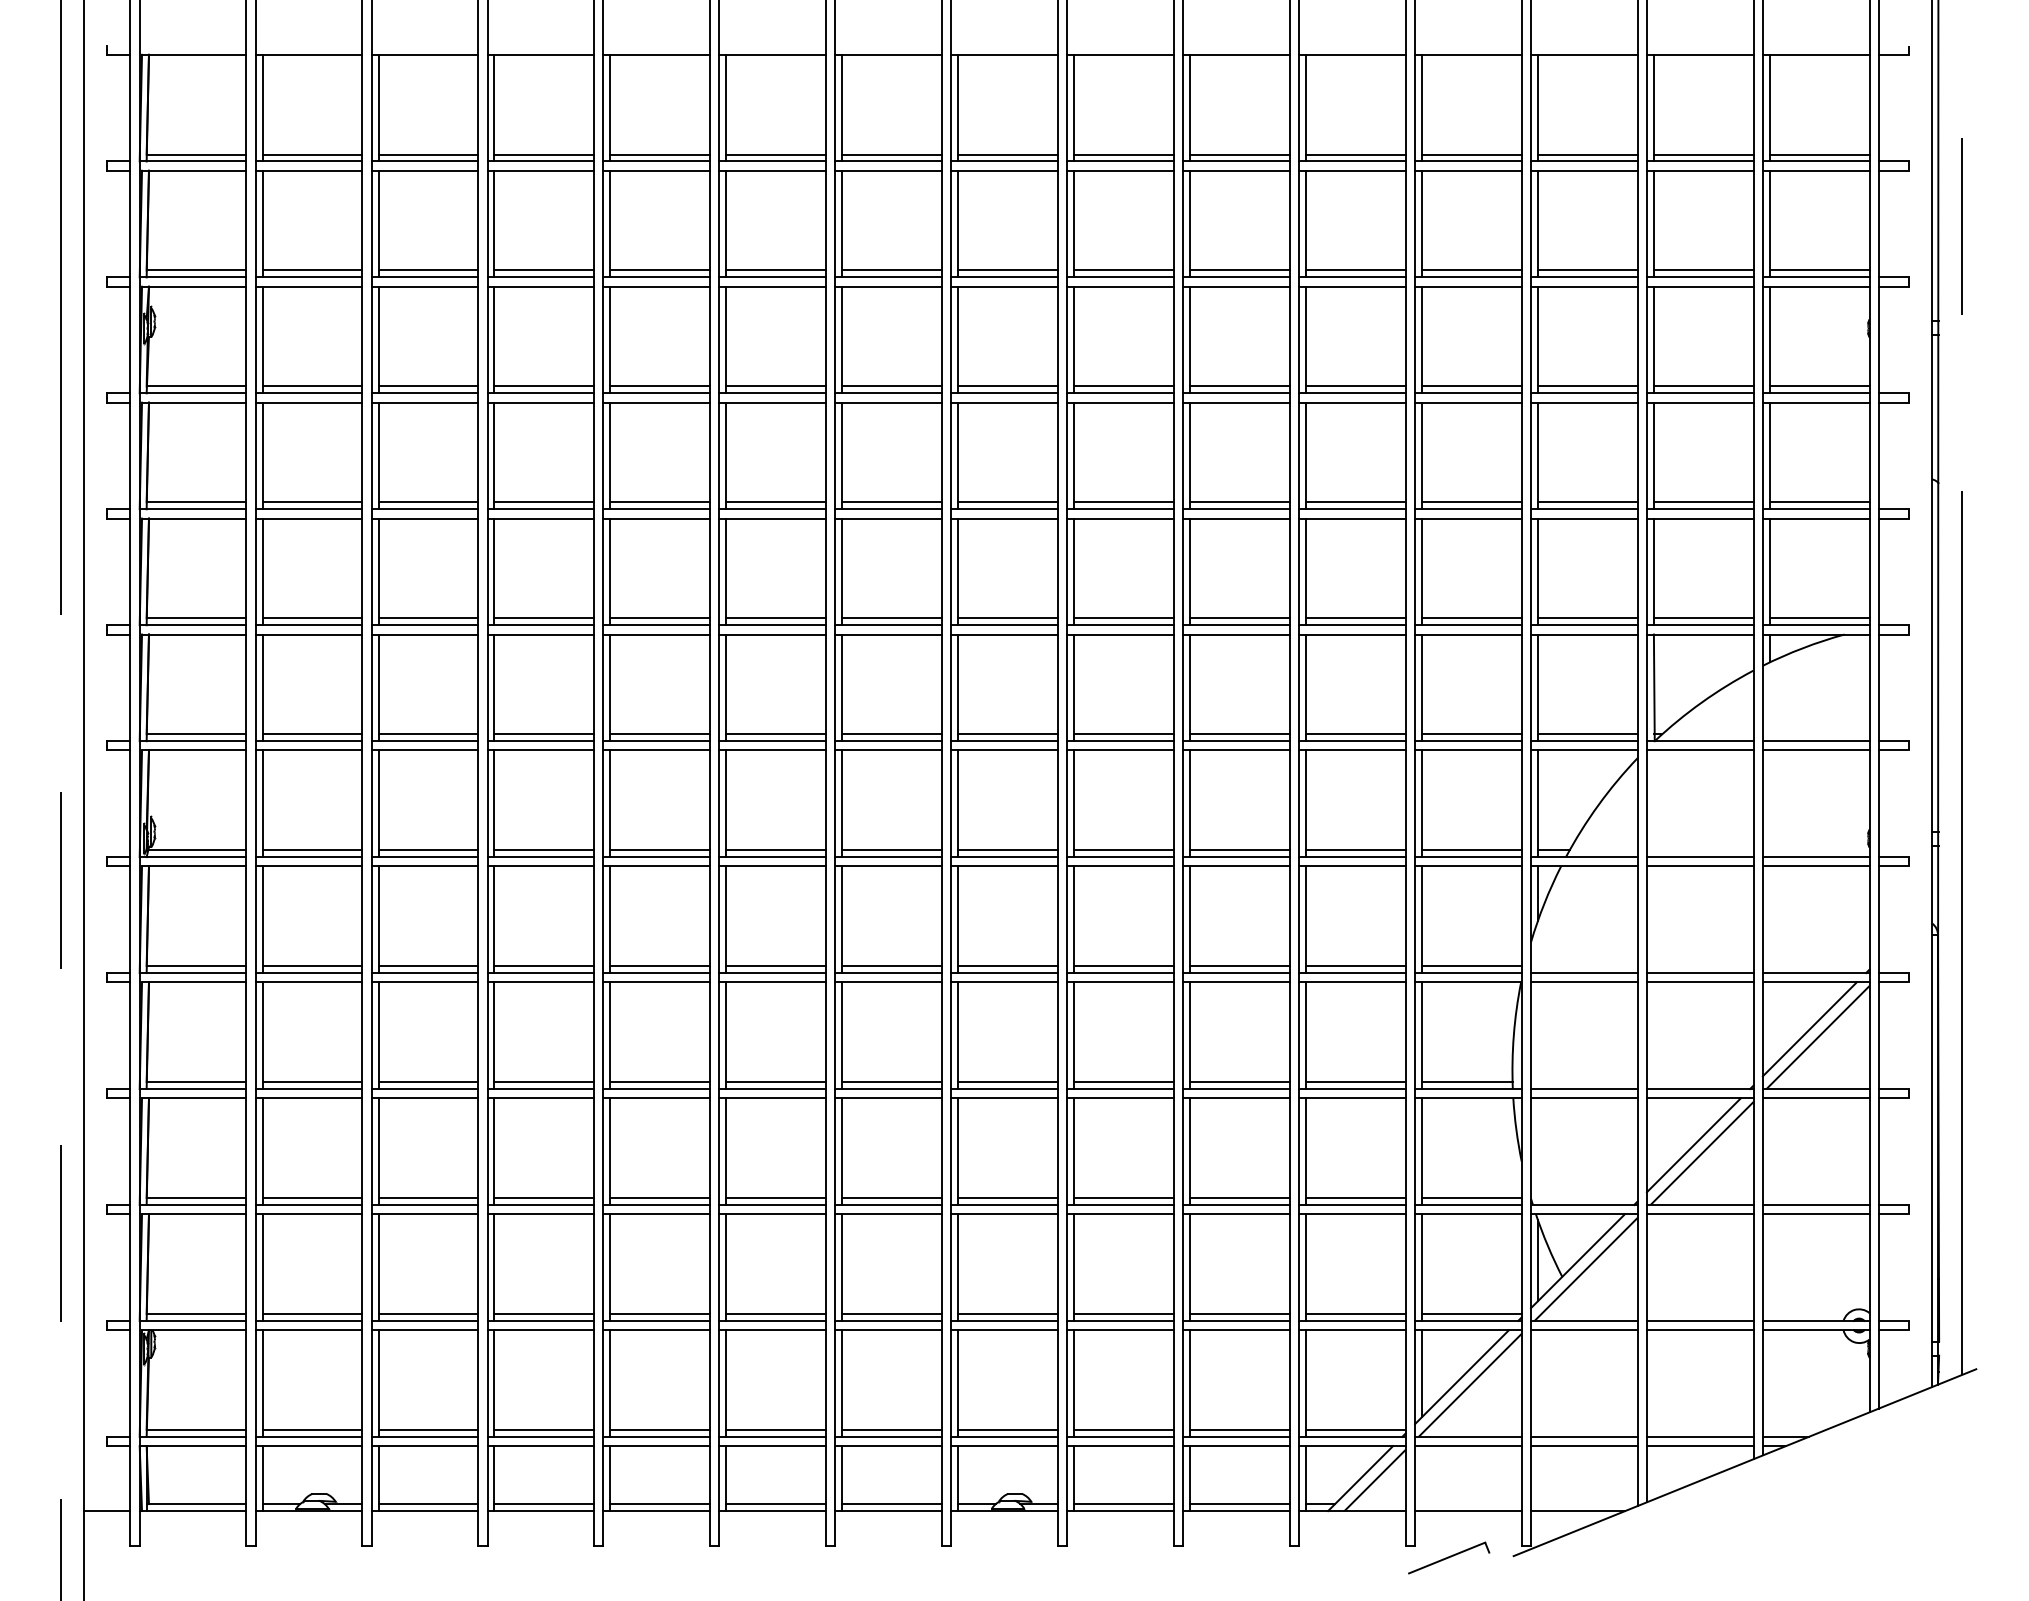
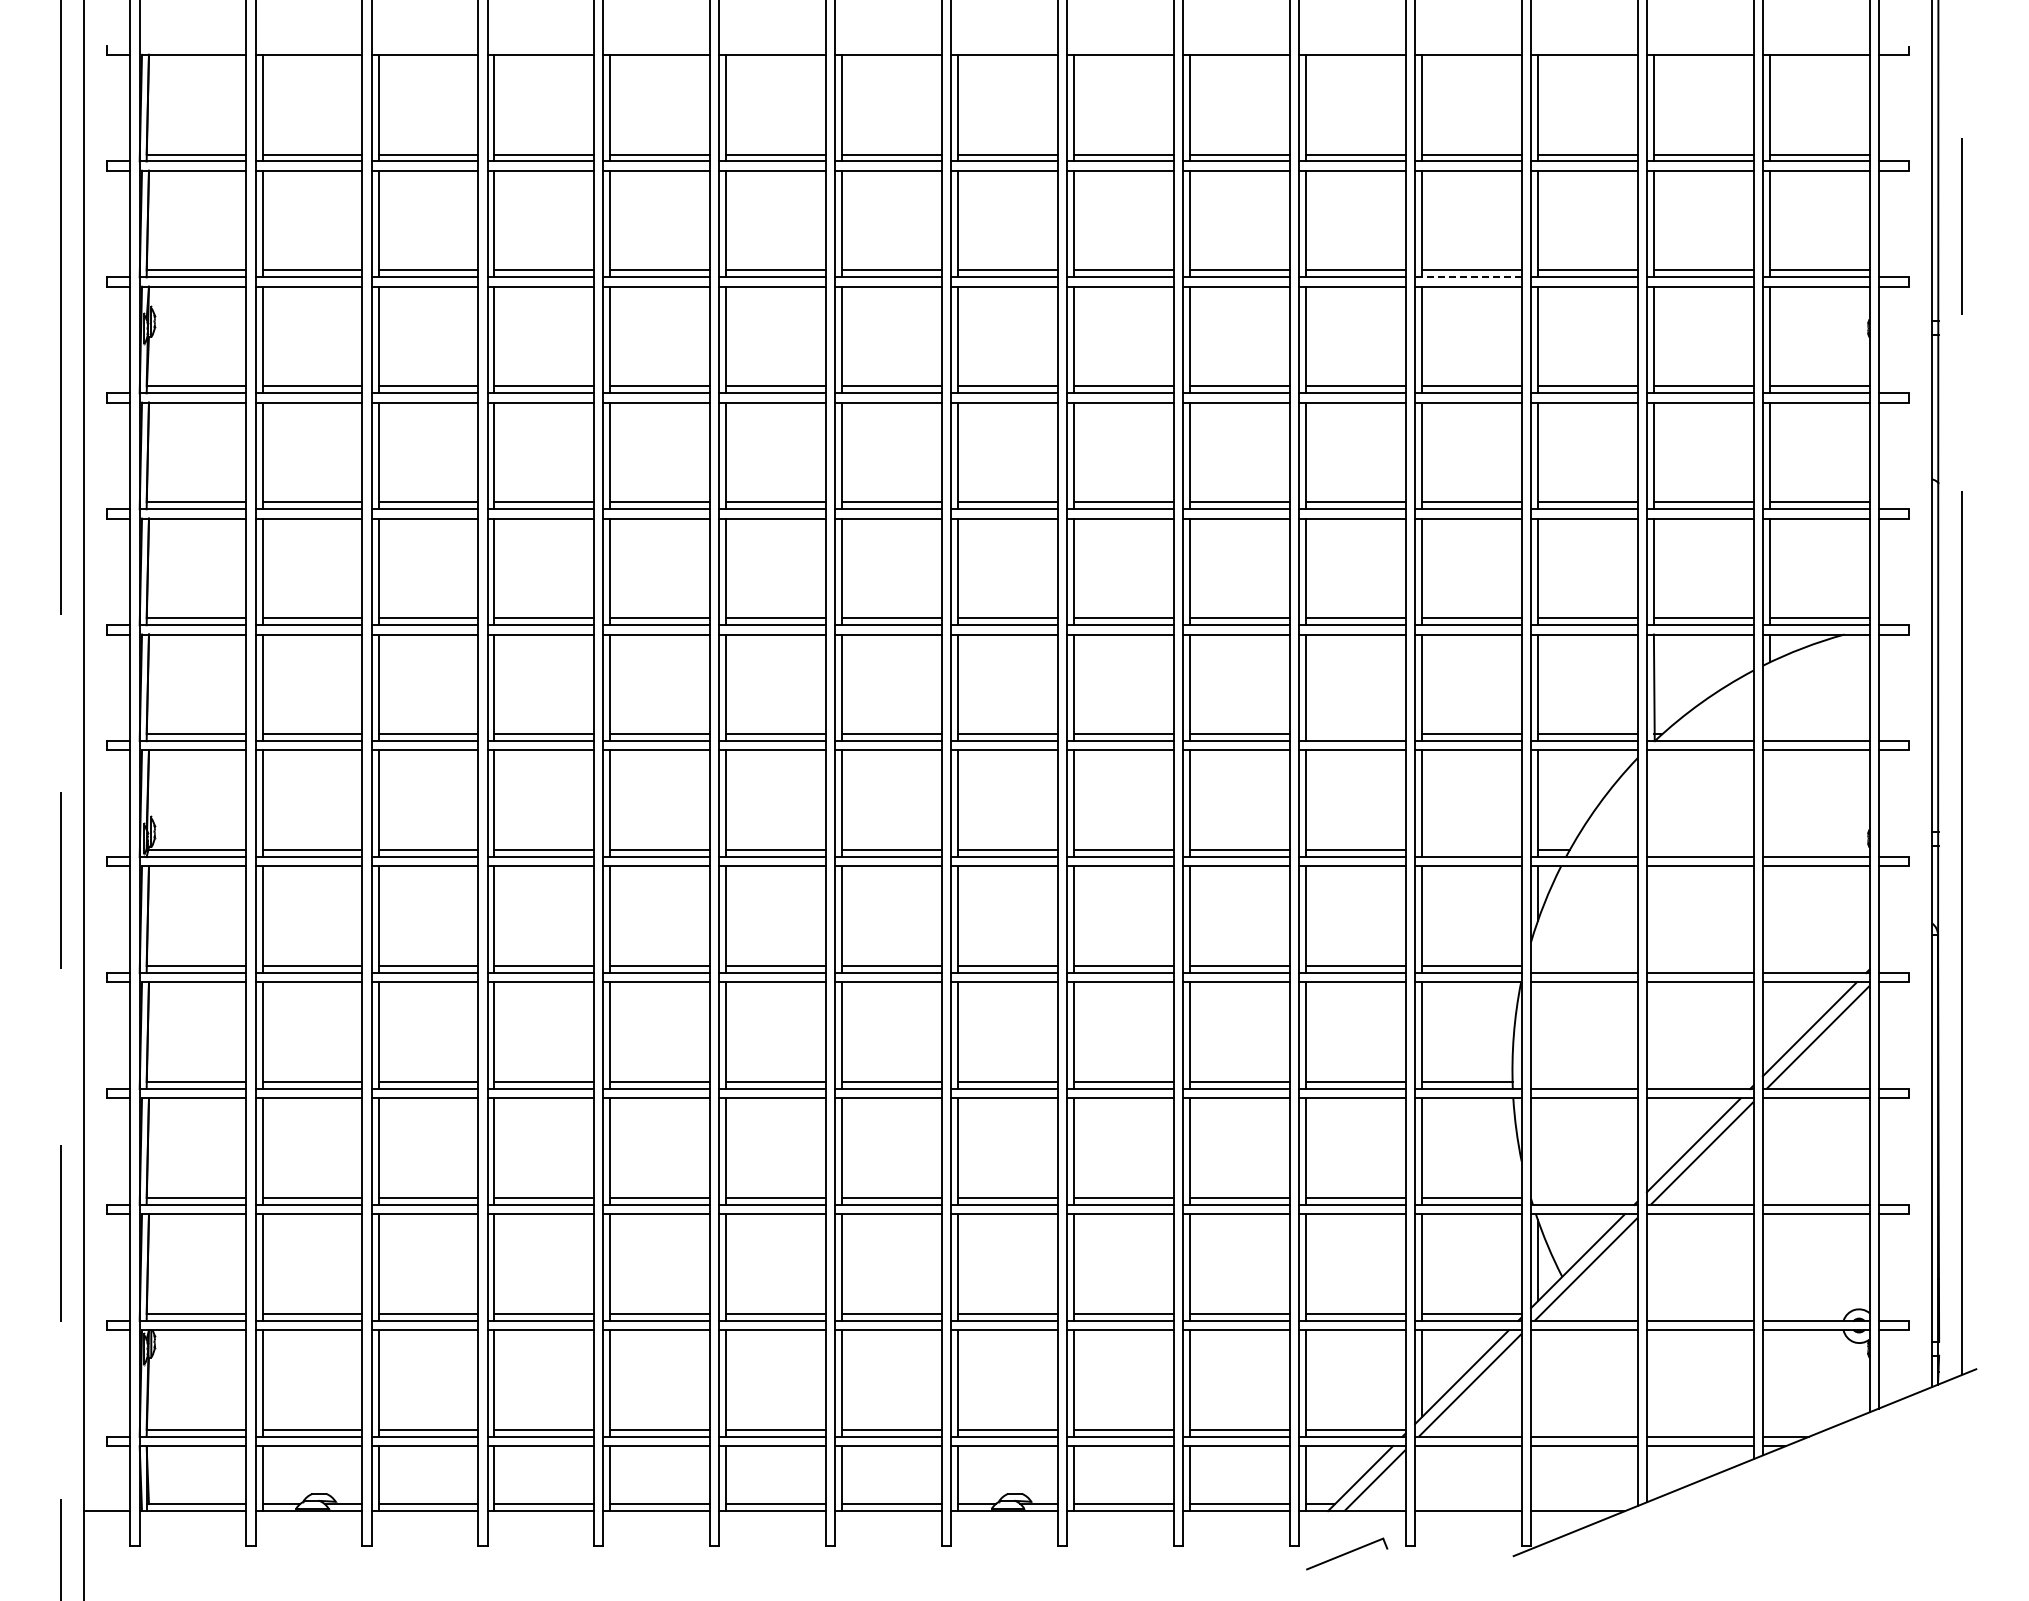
line at (1467, 277): solid -> dashed
line at (1355, 734): present -> none
line at (1471, 850): present -> none
part at (1449, 1557) position: (1449, 1557) -> (1347, 1553)
